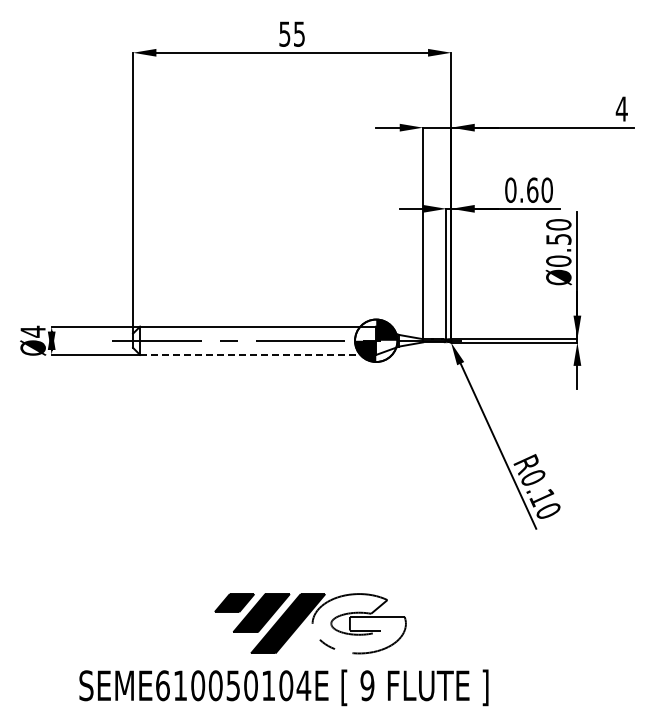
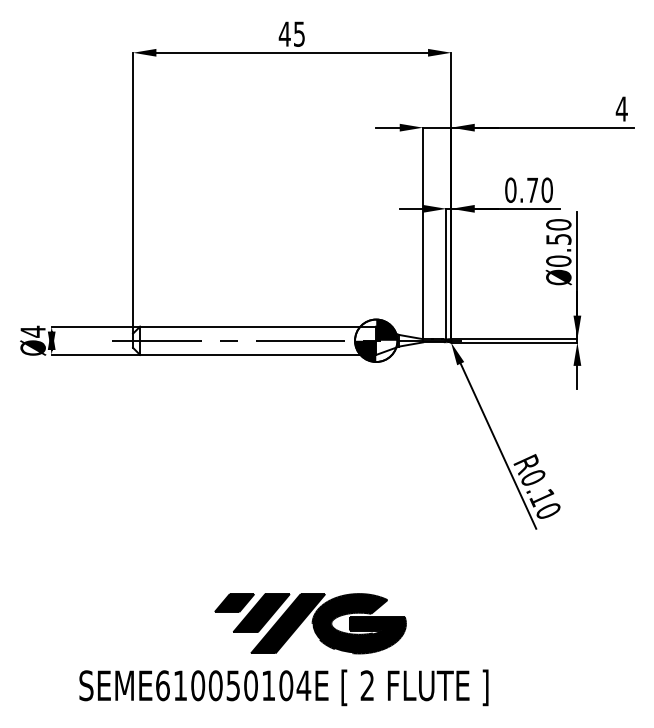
text at (284, 33): 55 -> 45
text at (532, 189): 0.60 -> 0.70
line at (258, 354): dashed -> solid
fill at (358, 623): none -> present
text at (367, 685): 9 -> 2
